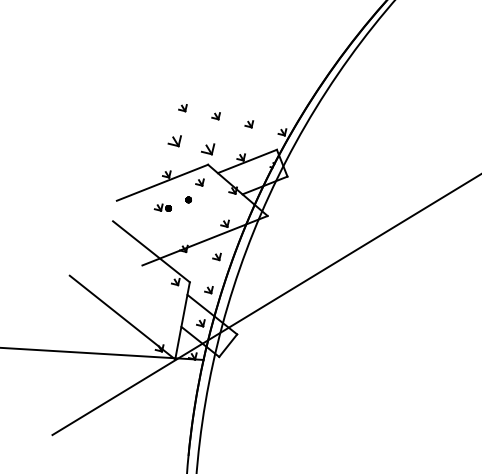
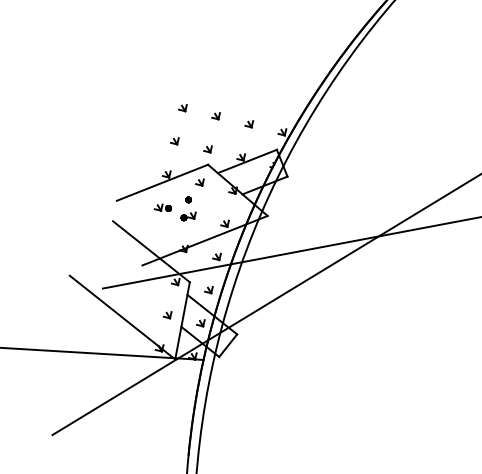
part at (174, 141) size: 15x13 px -> 10x9 px
part at (208, 149) size: 15x13 px -> 10x9 px
part at (188, 216): none -> present
line at (290, 252): none -> present
part at (167, 315): none -> present
